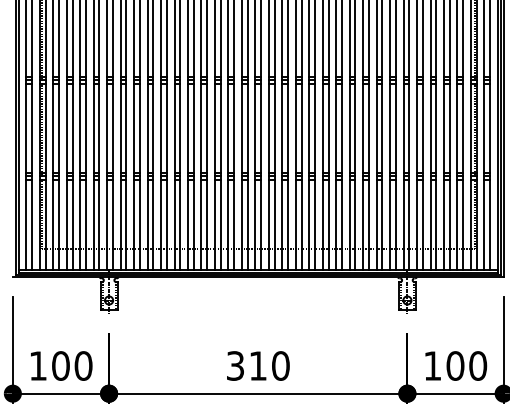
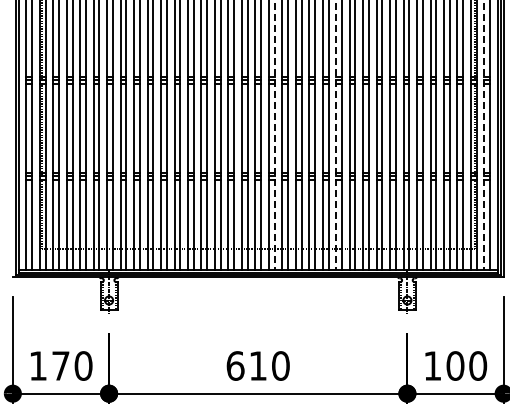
line at (274, 134): solid -> dashed
line at (336, 134): solid -> dashed
line at (484, 134): solid -> dashed
text at (60, 365): 100 -> 170
text at (235, 365): 310 -> 610
